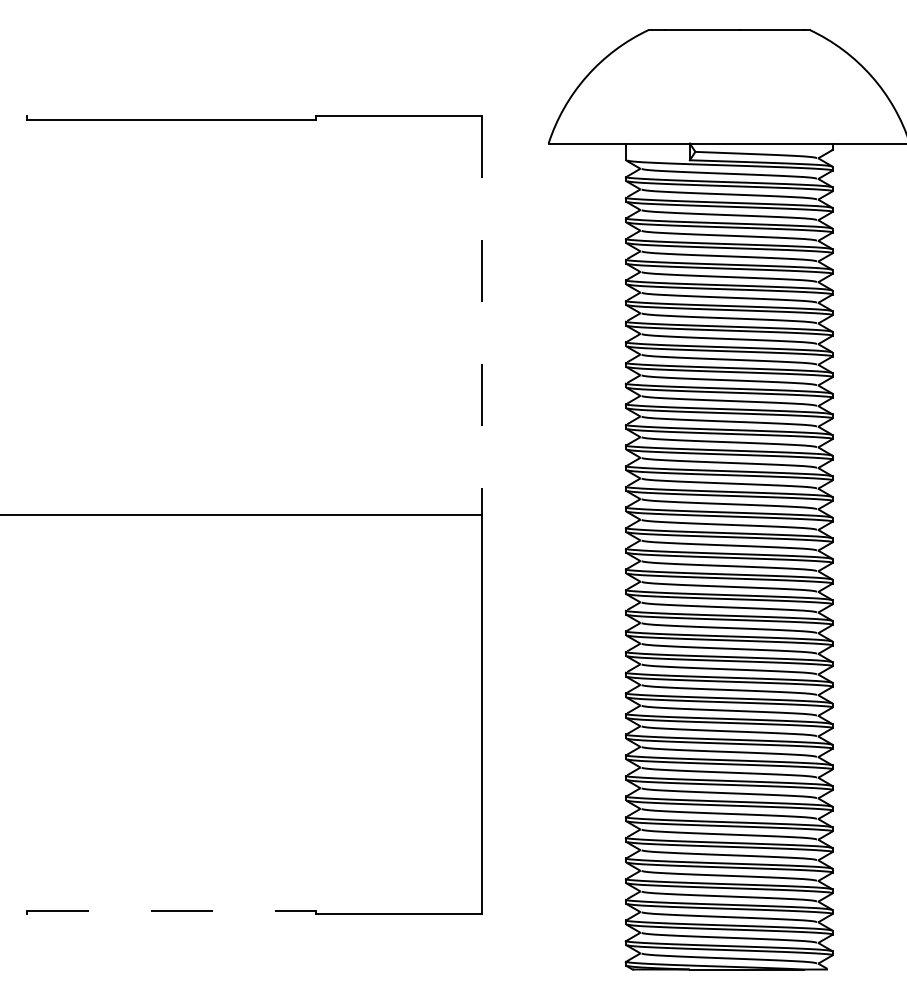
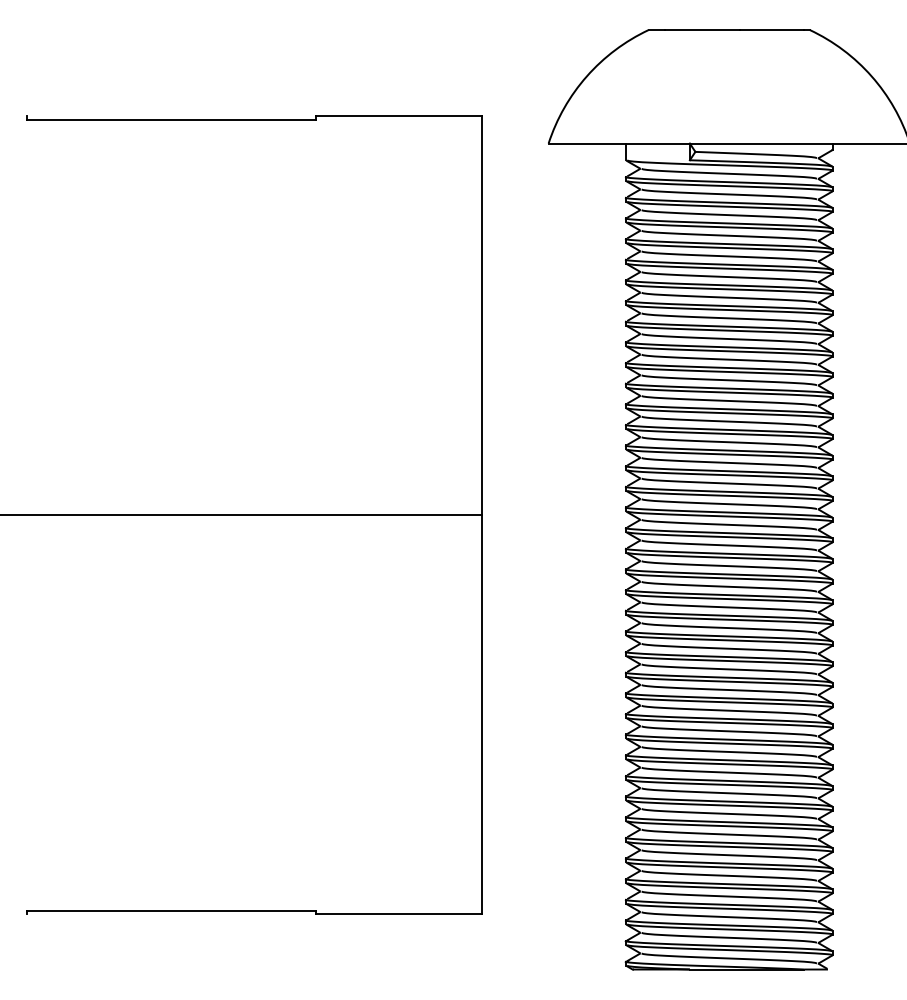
line at (481, 316): dashed -> solid
line at (171, 910): dashed -> solid
